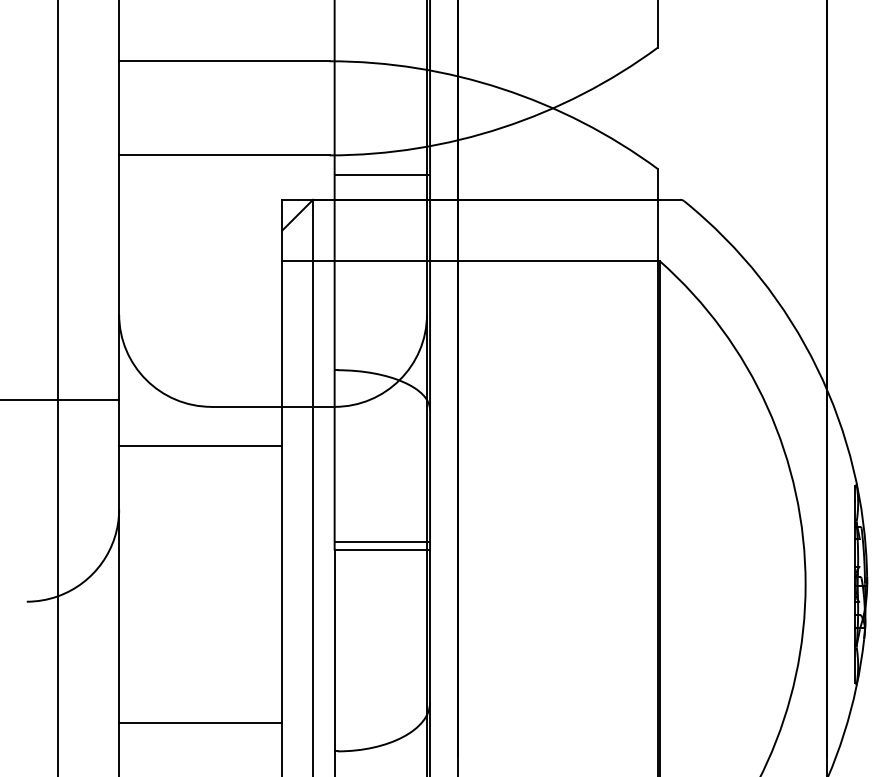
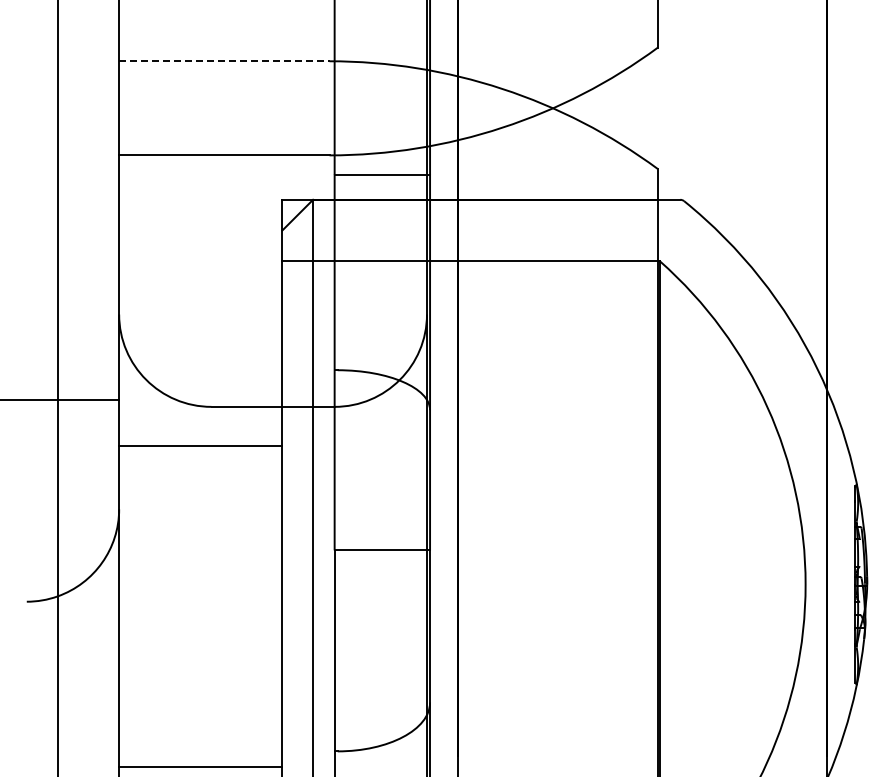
line at (224, 61): solid -> dashed
line at (382, 541): present -> none
line at (200, 723) position: (200, 723) -> (200, 767)
